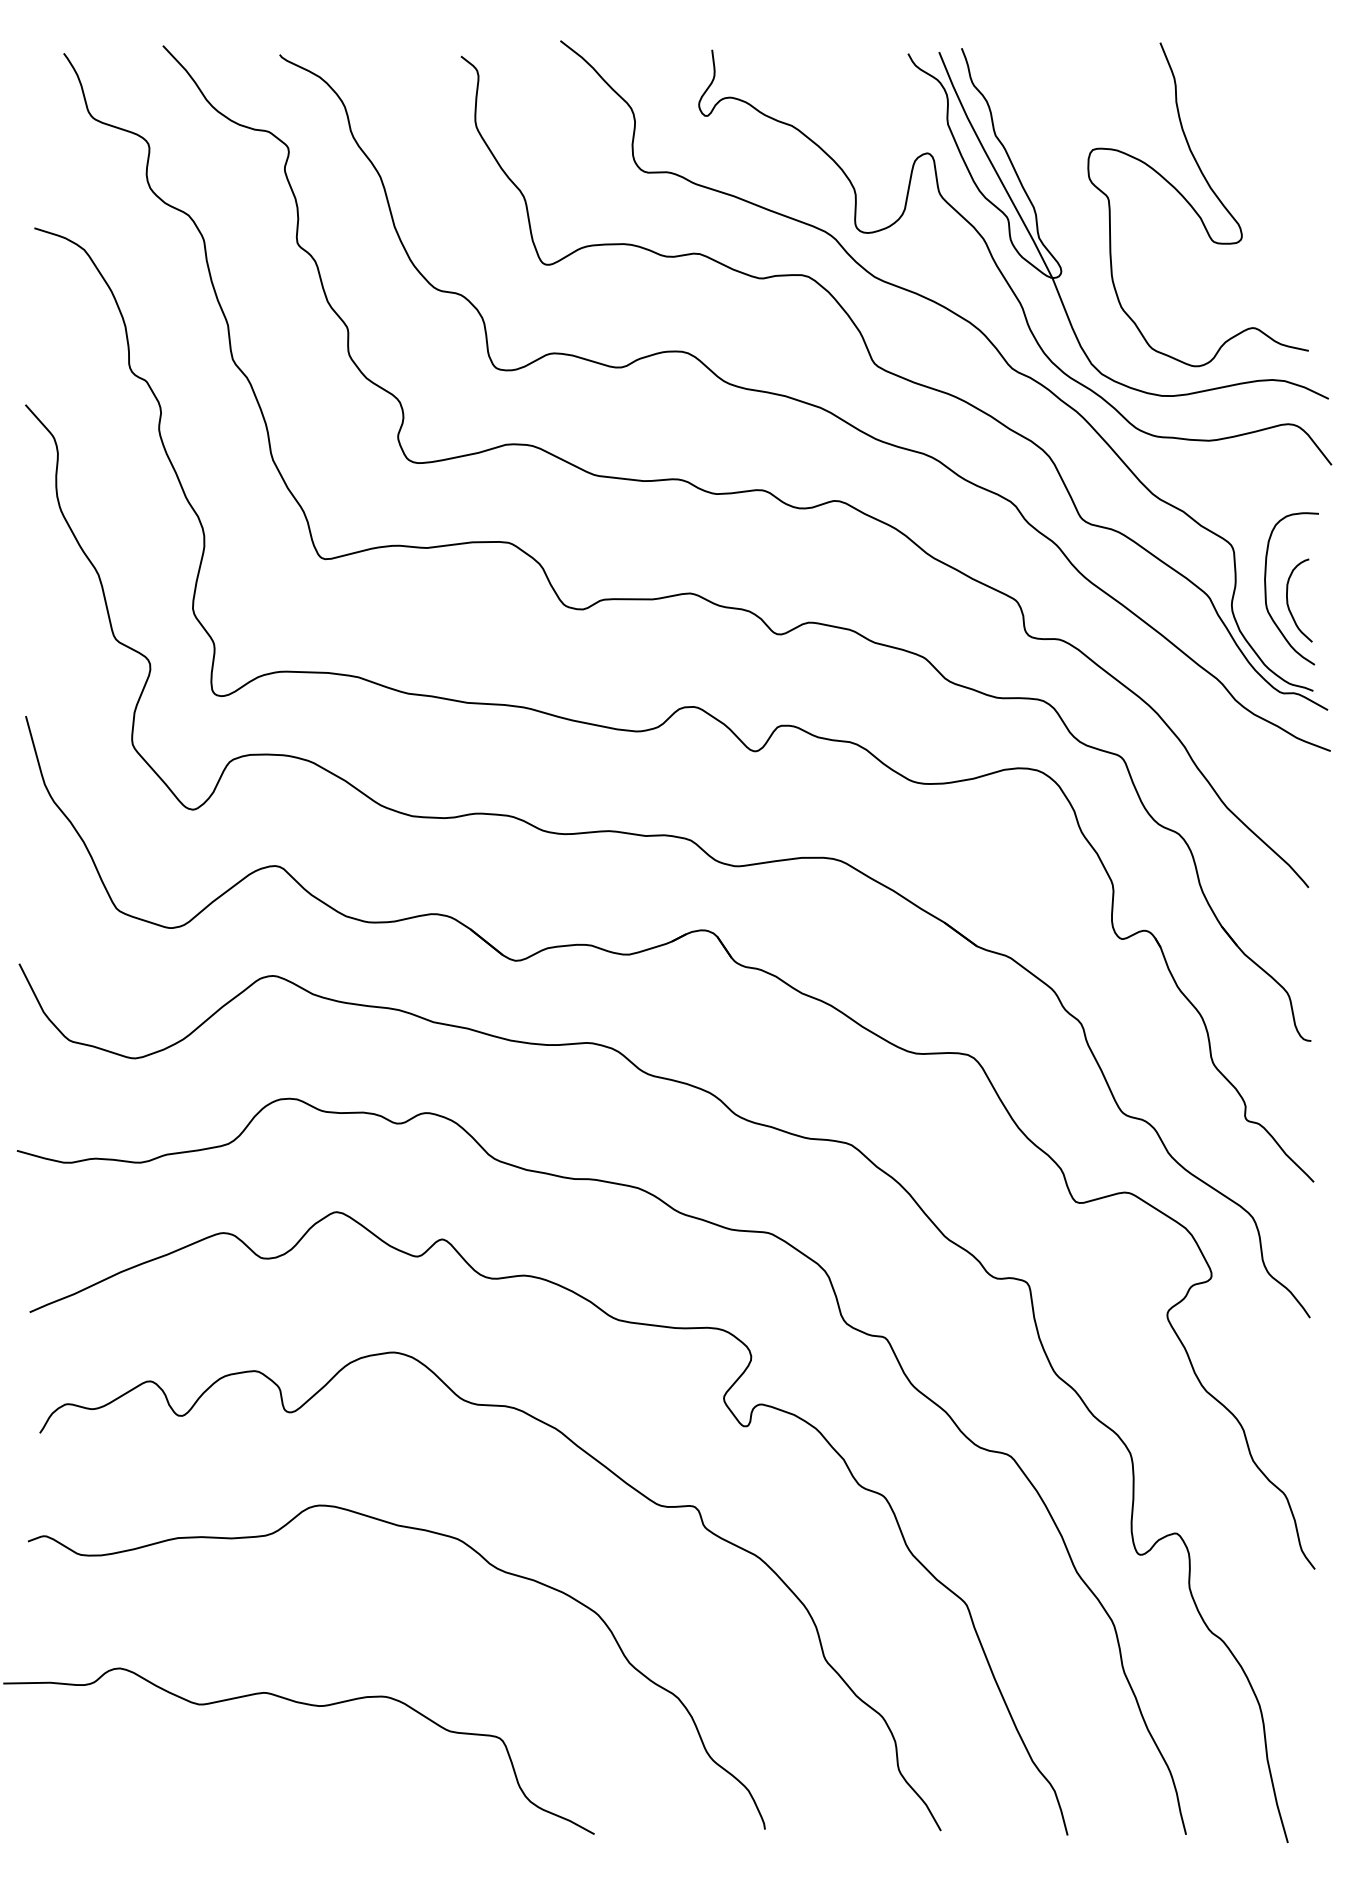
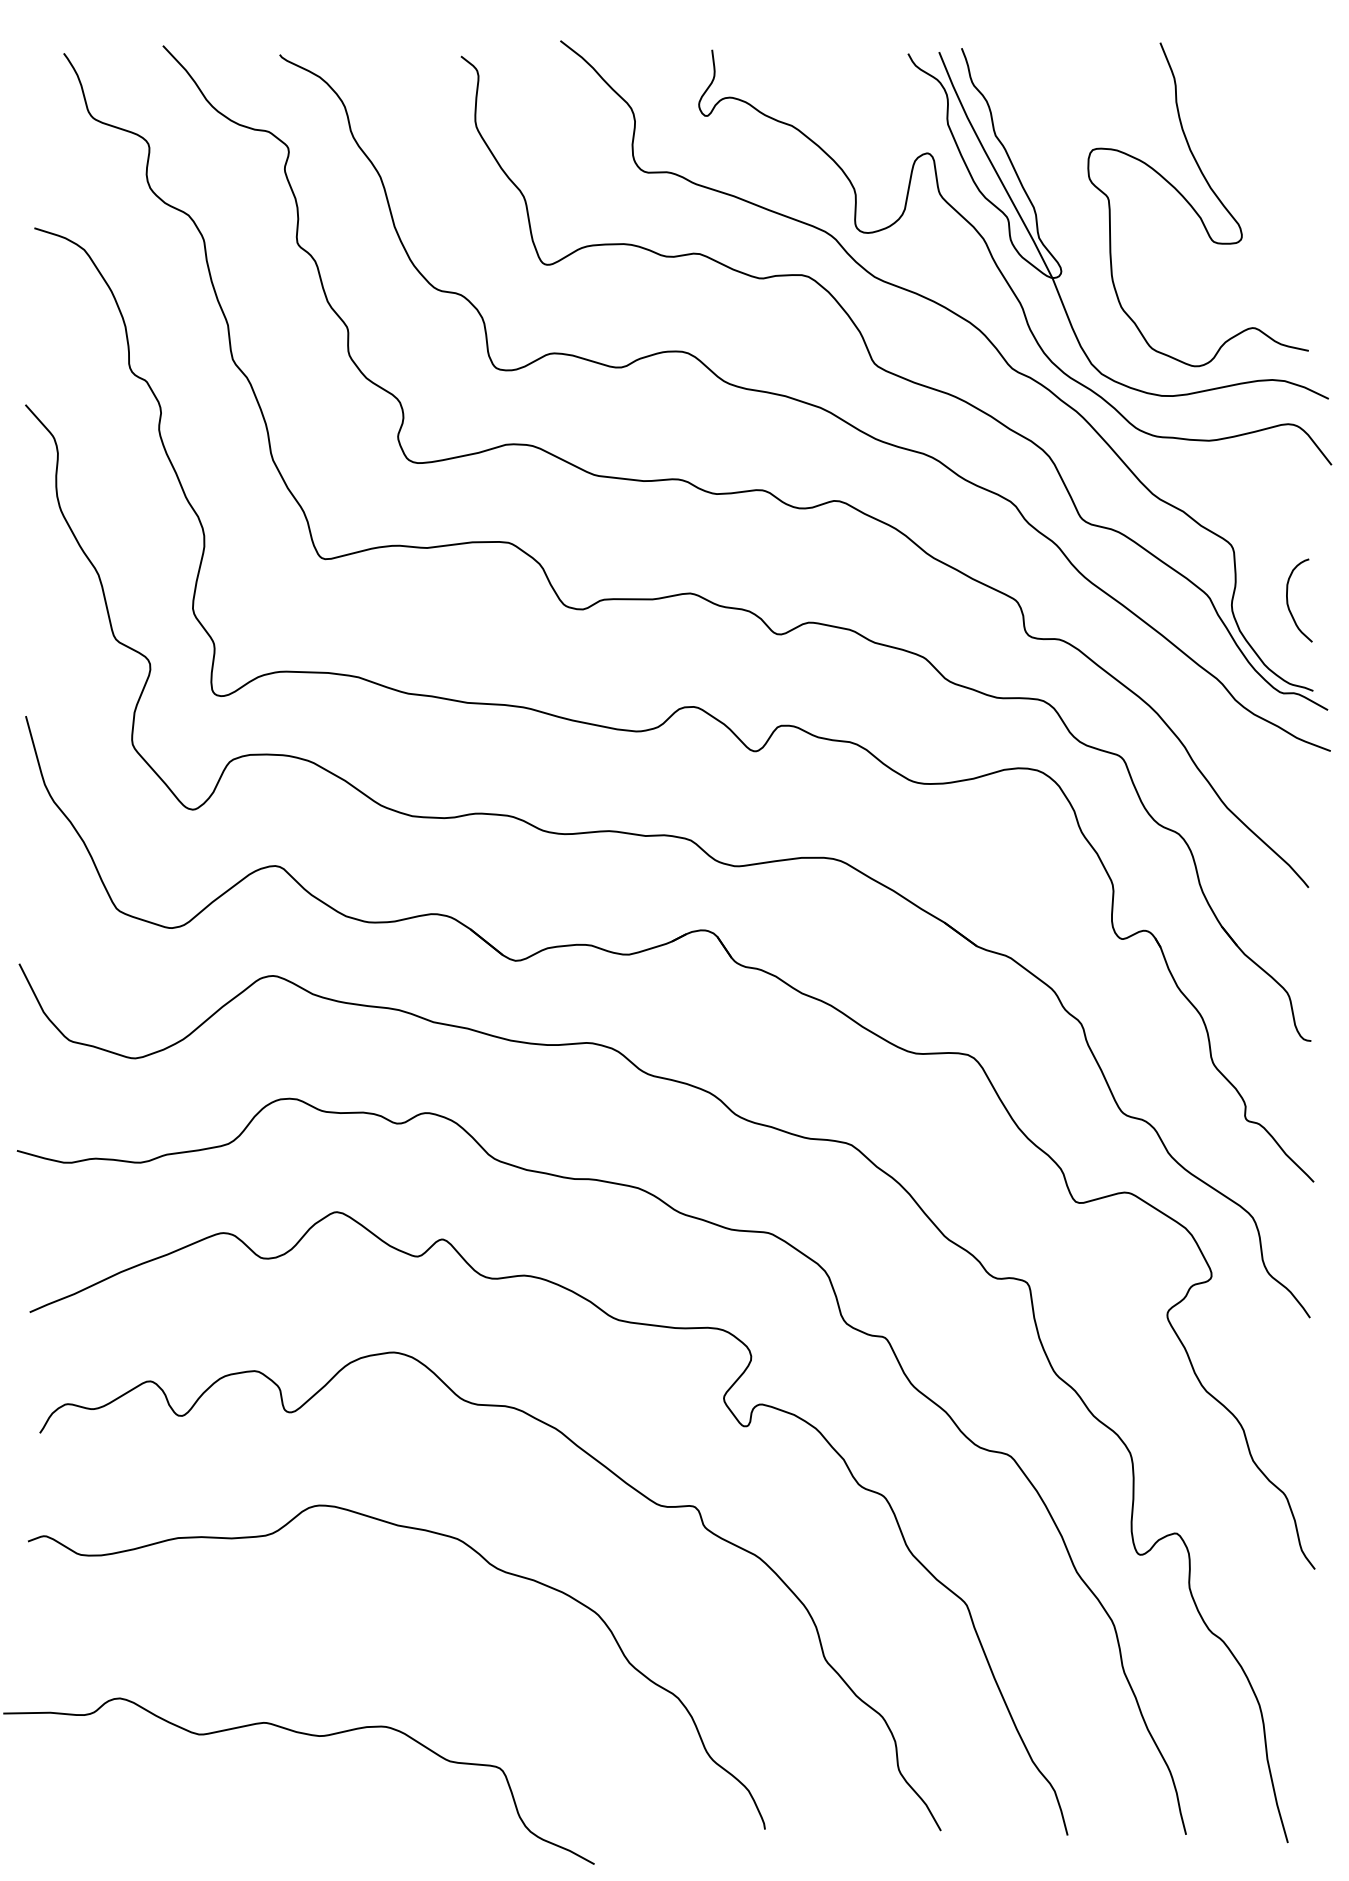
curve at (1266, 588): present -> none
curve at (307, 1705) position: (307, 1705) -> (307, 1735)
